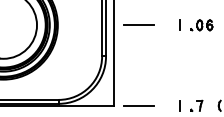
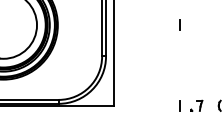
line at (138, 24): present -> none
part at (201, 25): present -> none
line at (139, 105): present -> none
